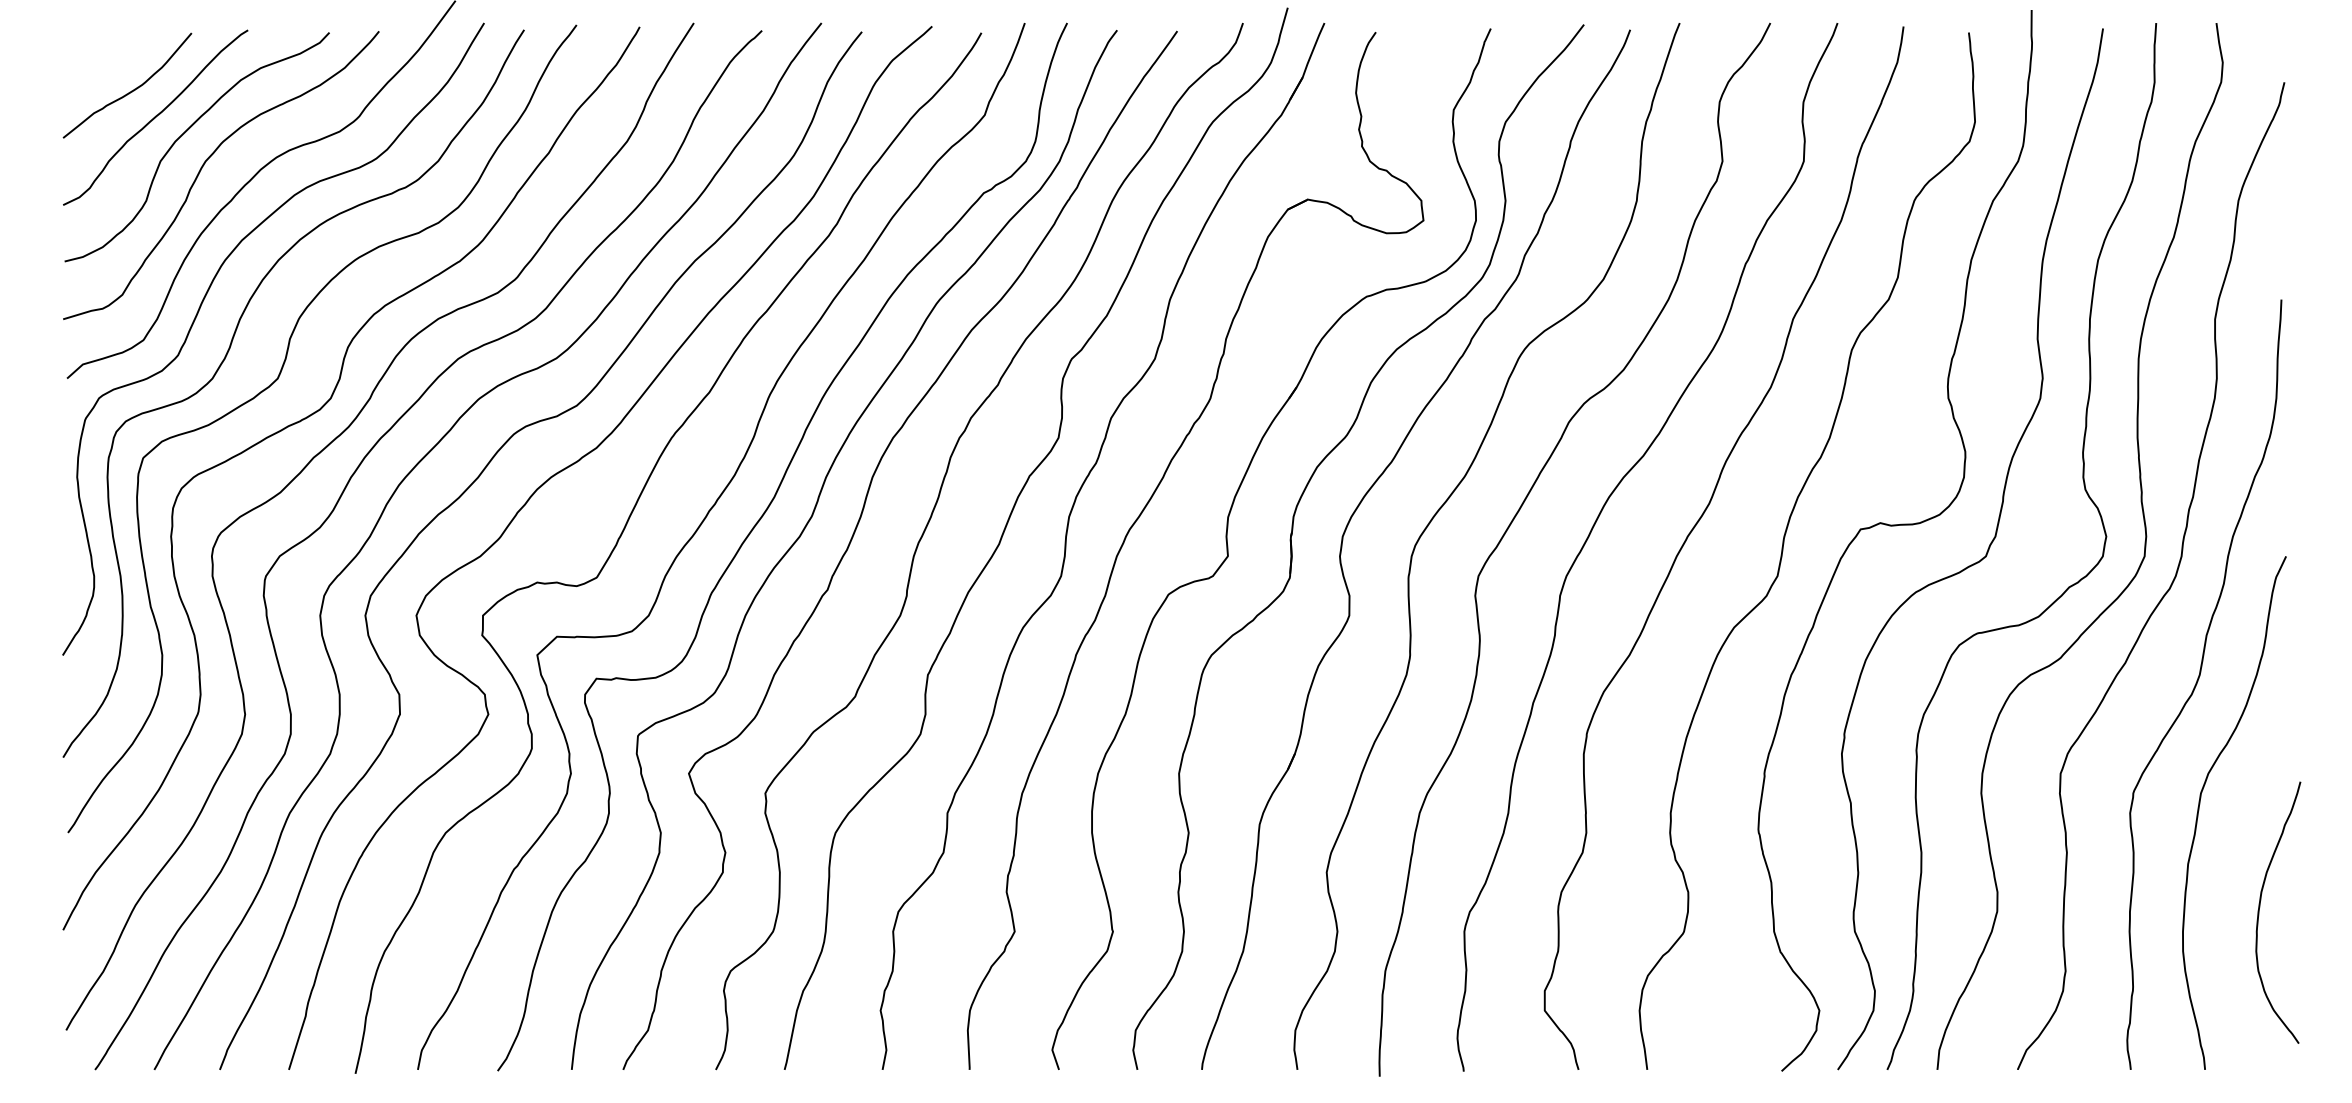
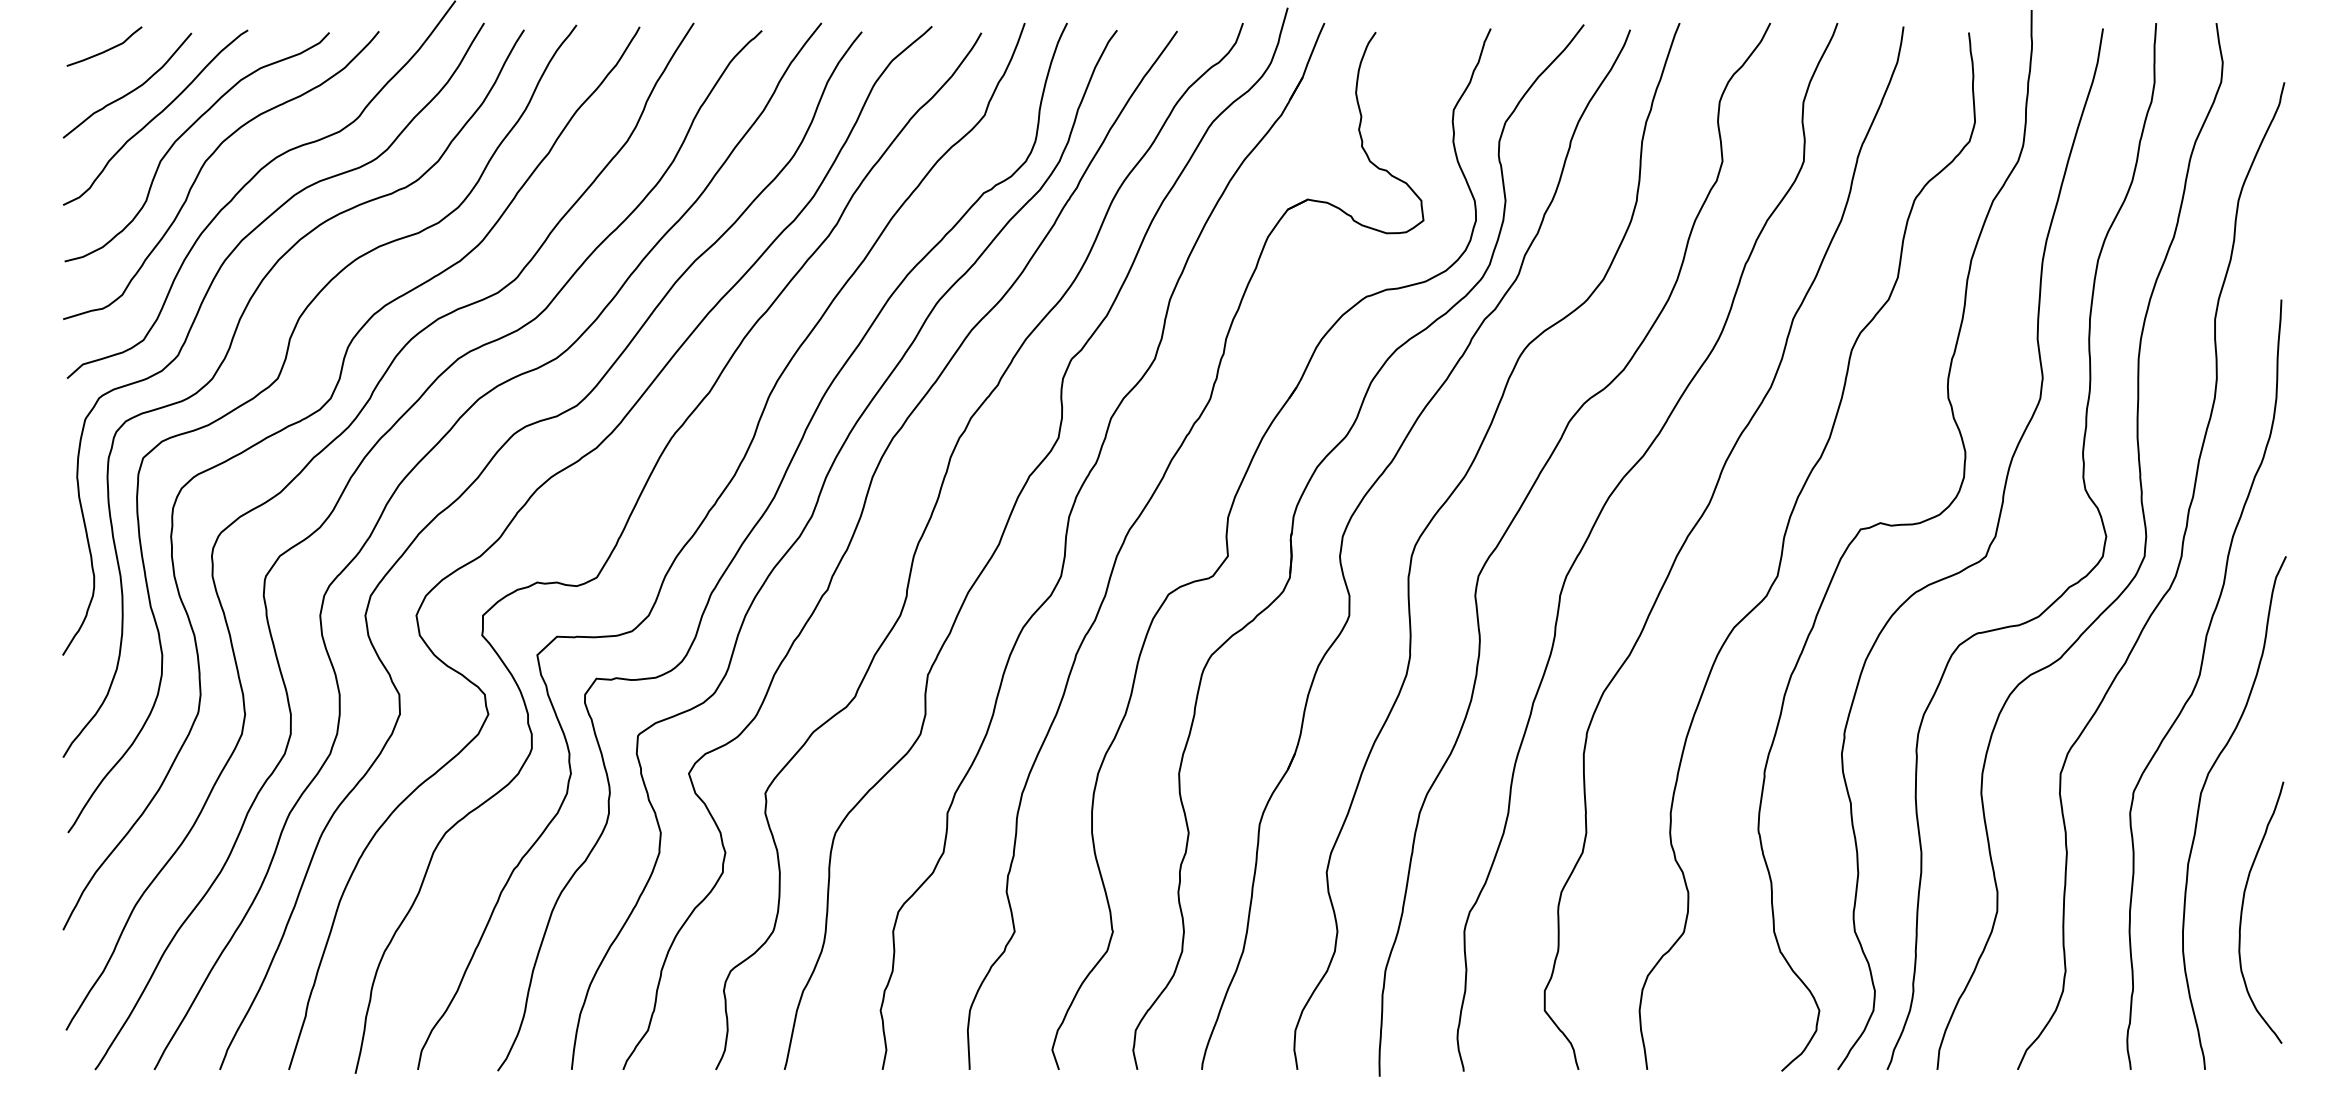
curve at (106, 49): none -> present
curve at (2260, 907) position: (2260, 907) -> (2243, 907)
